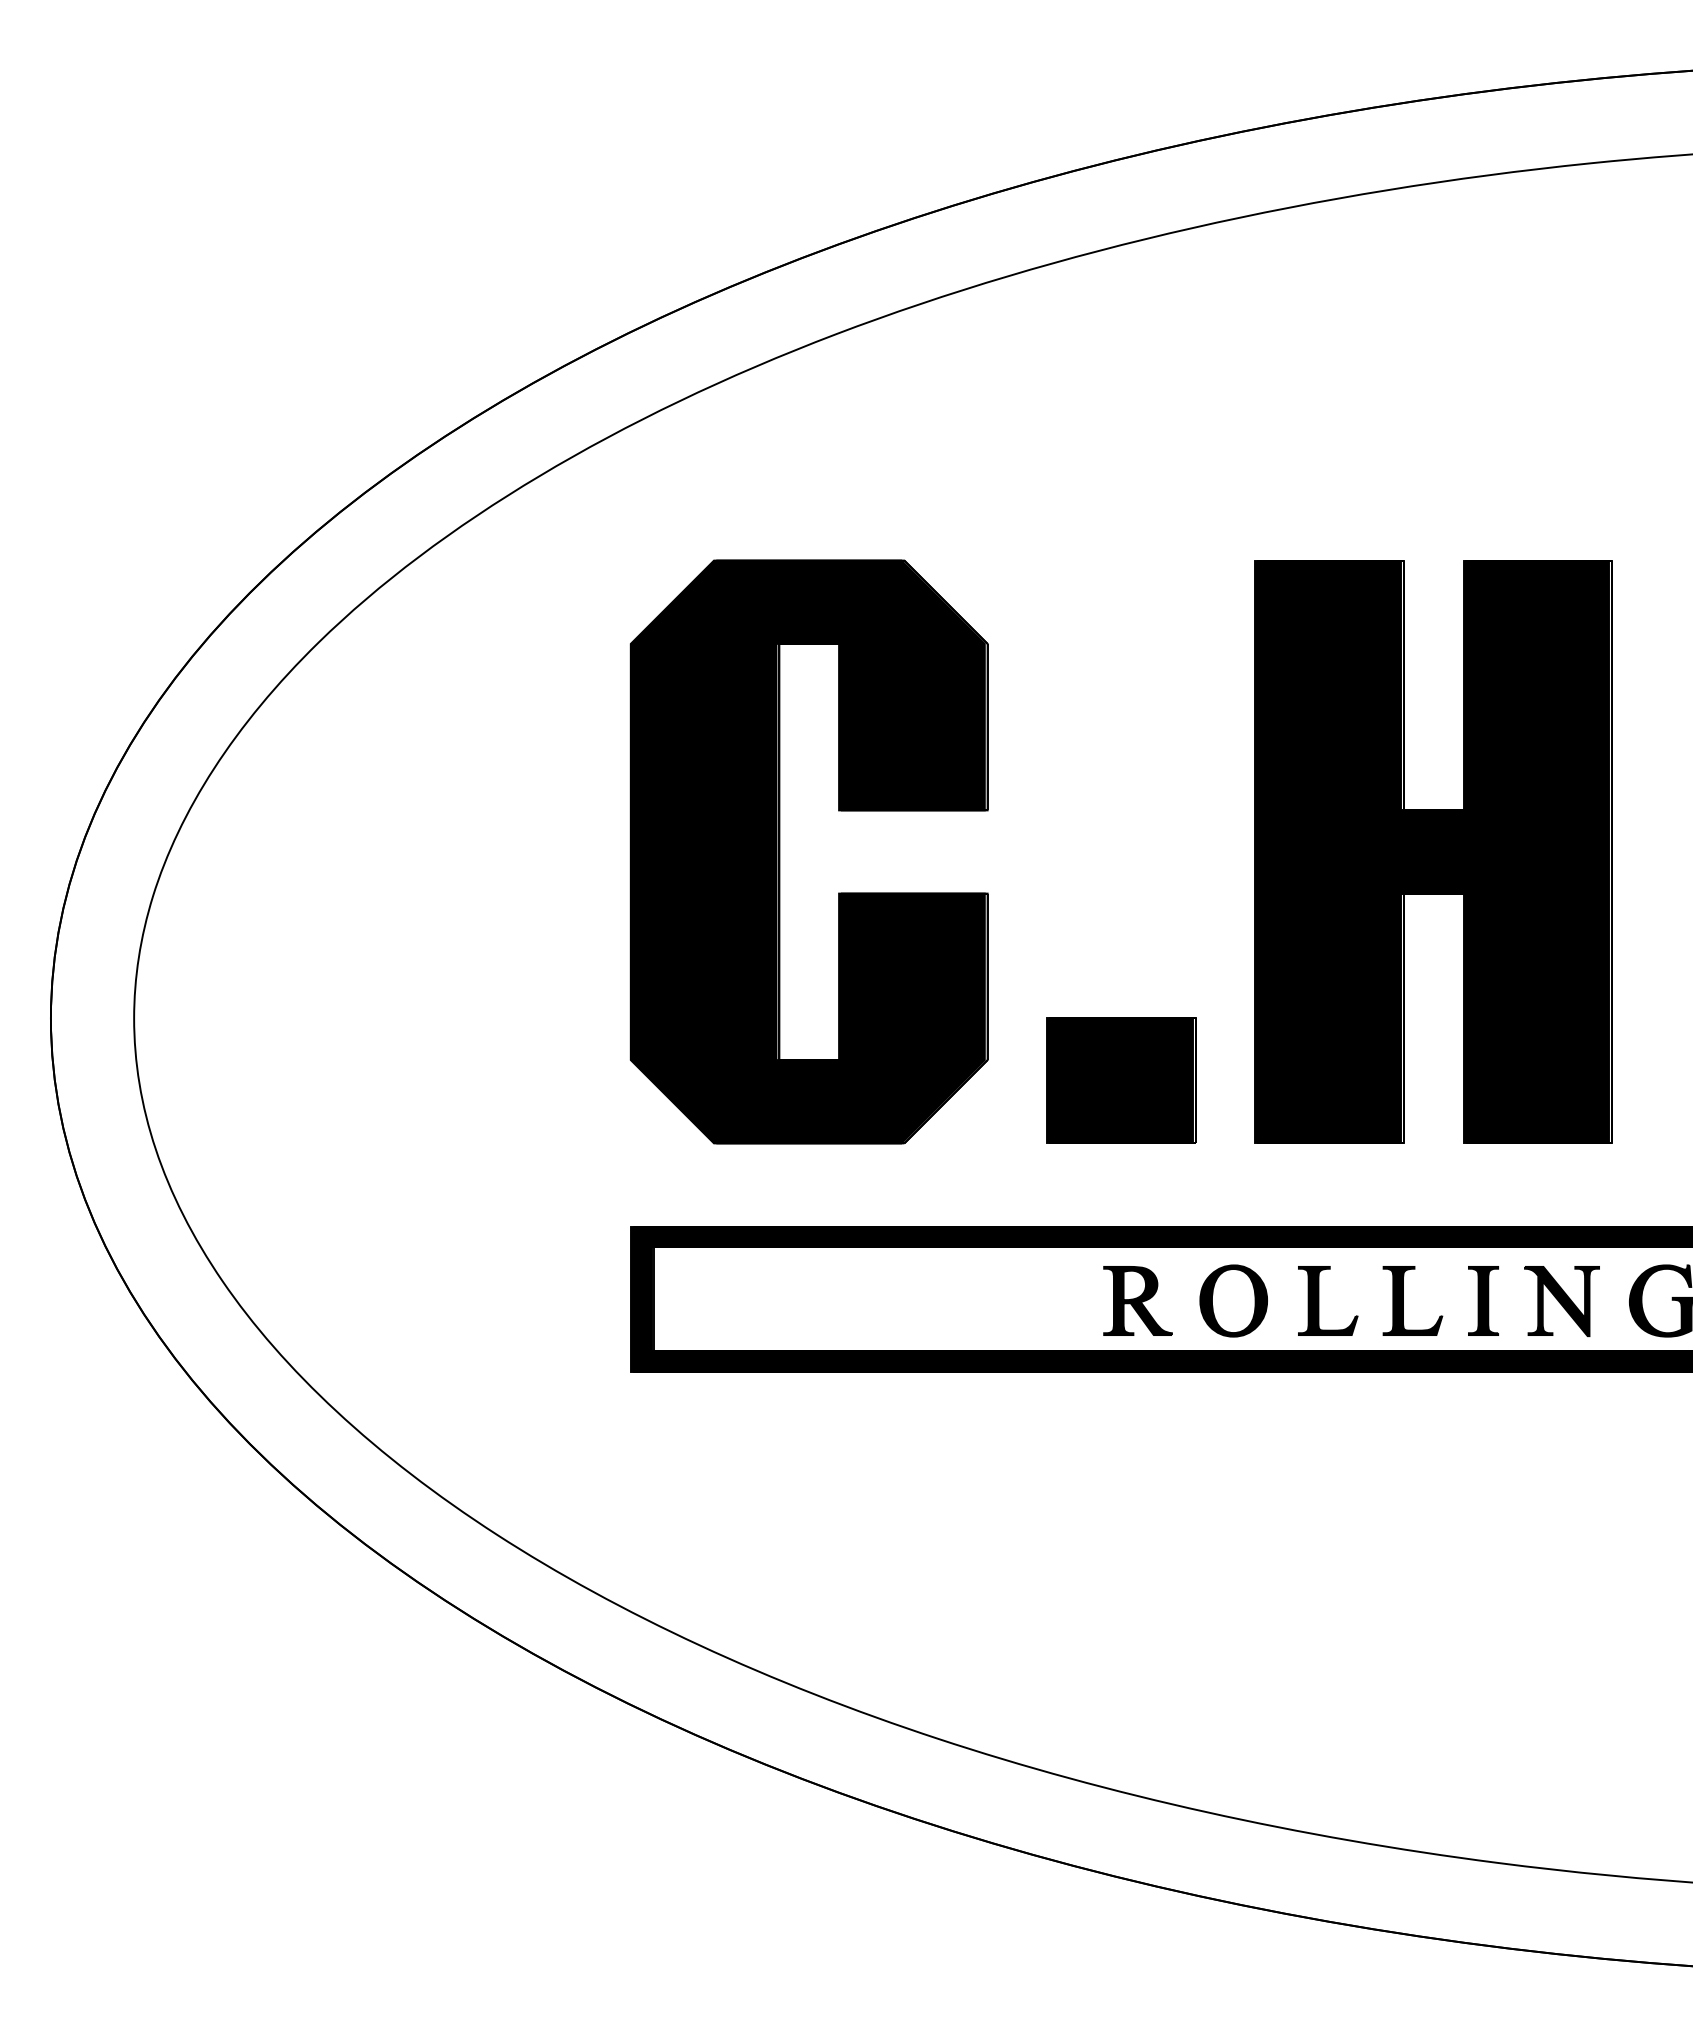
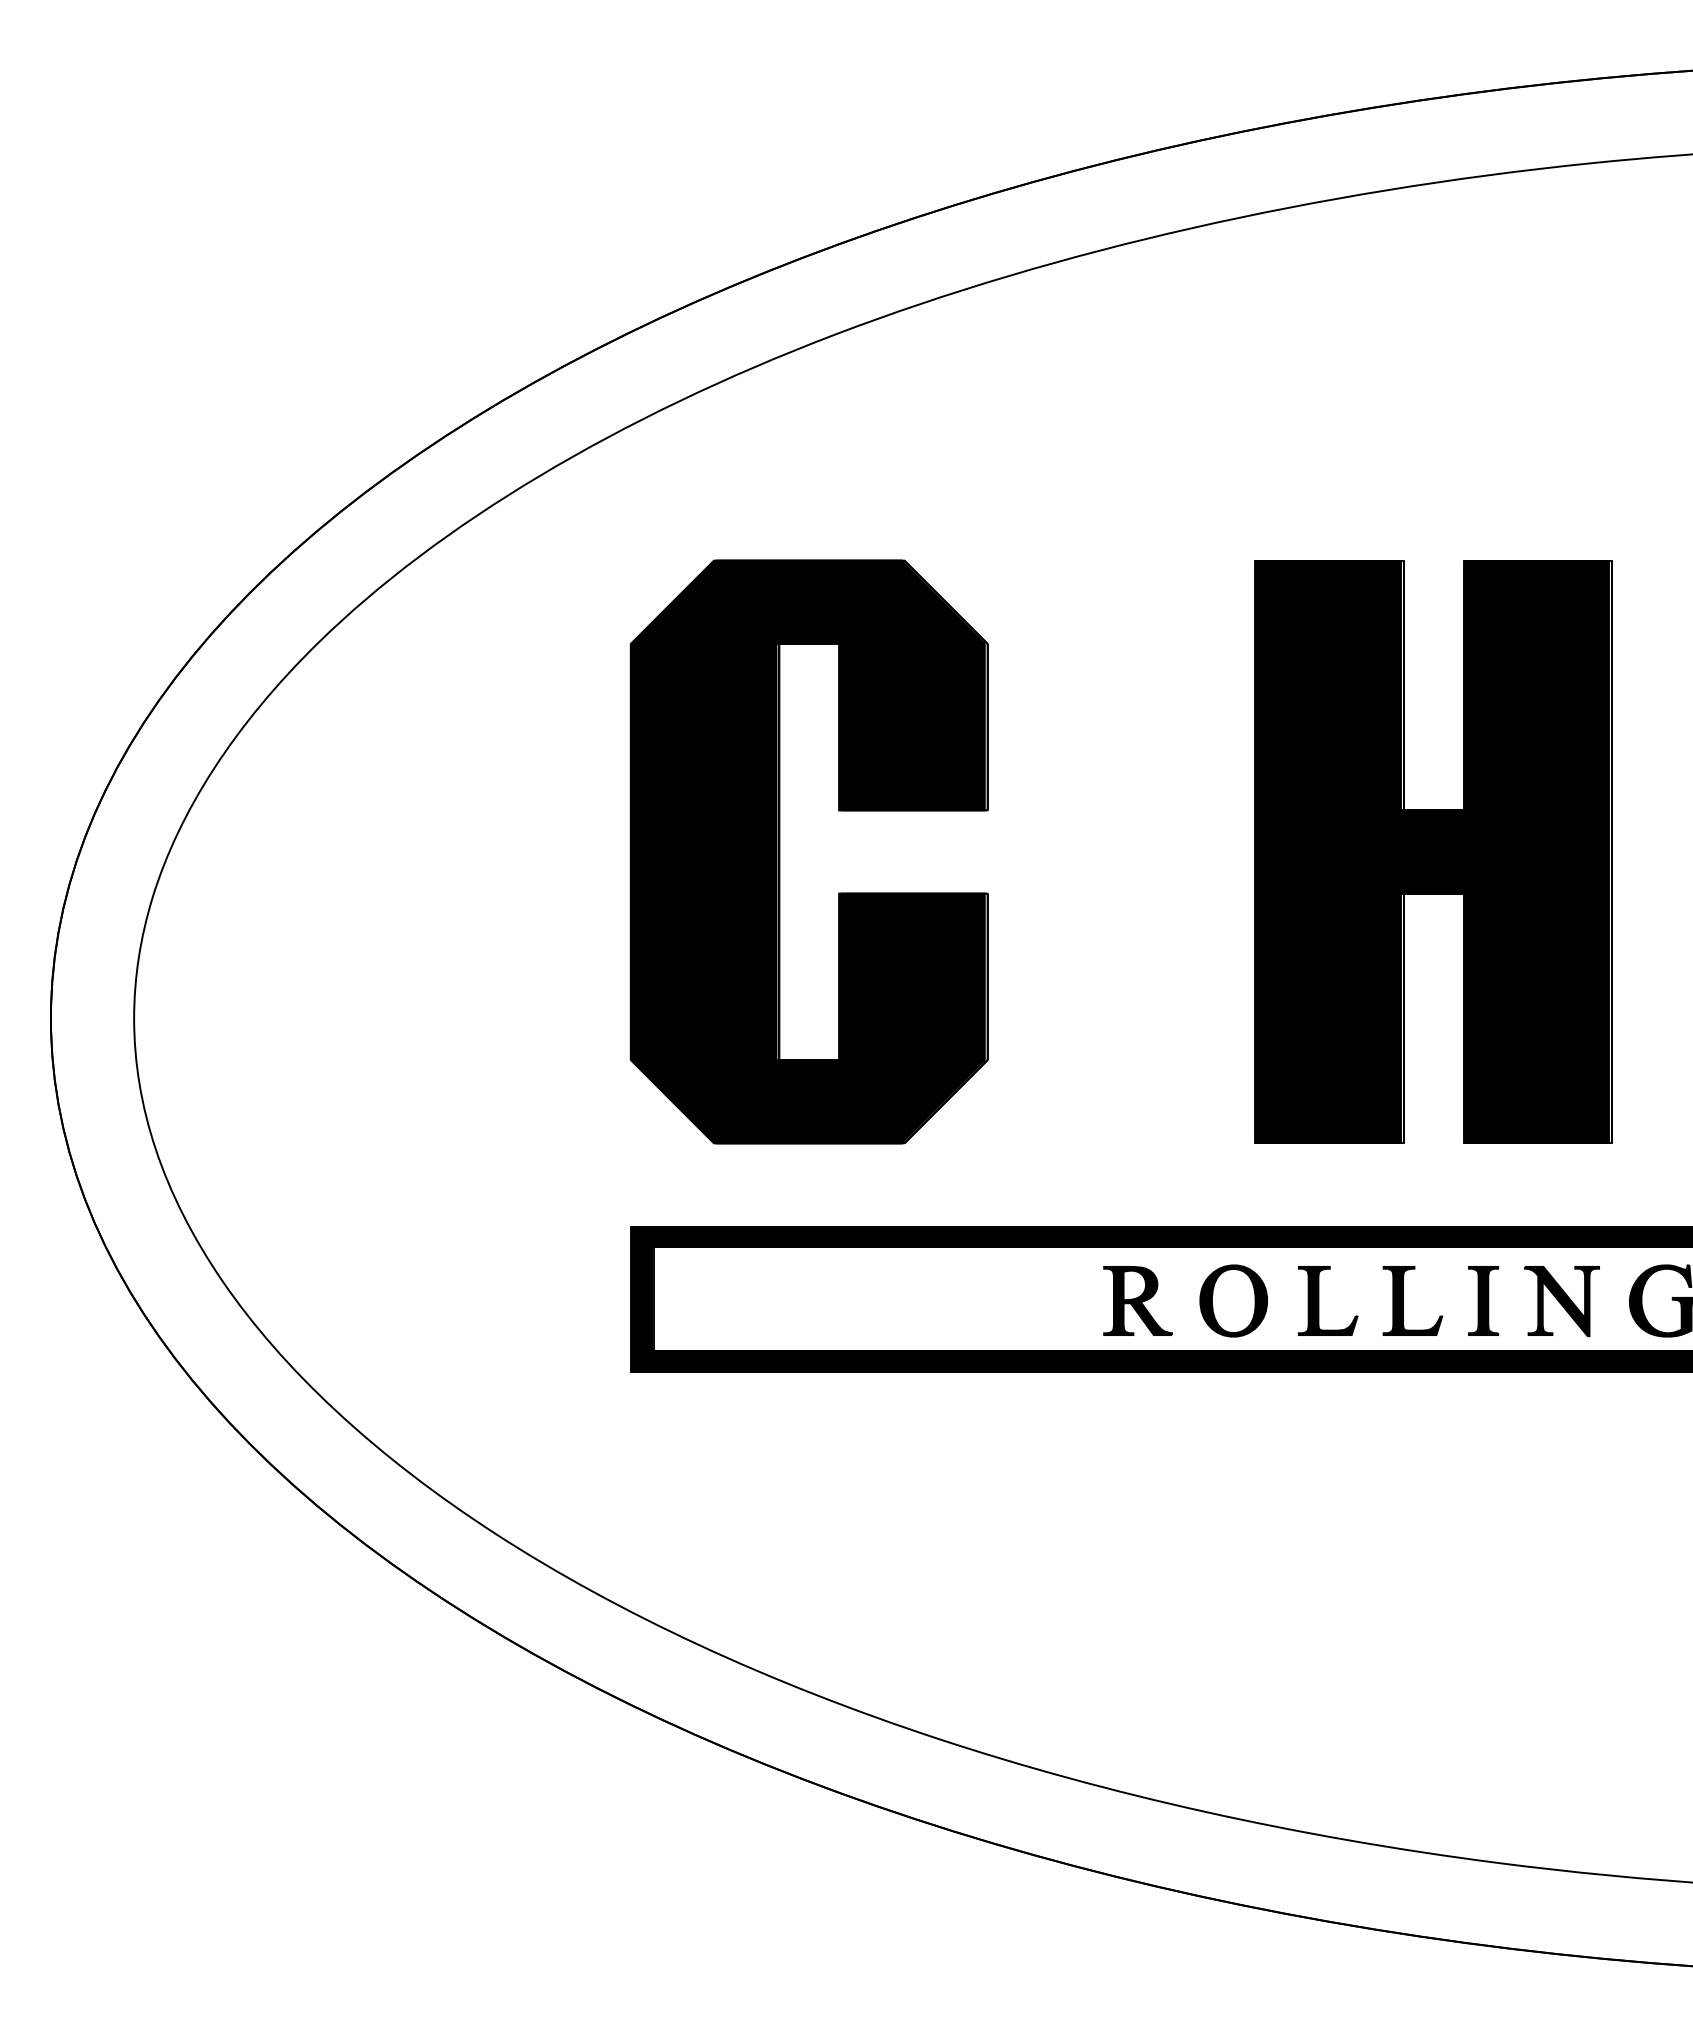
part at (1121, 1080): present -> none
